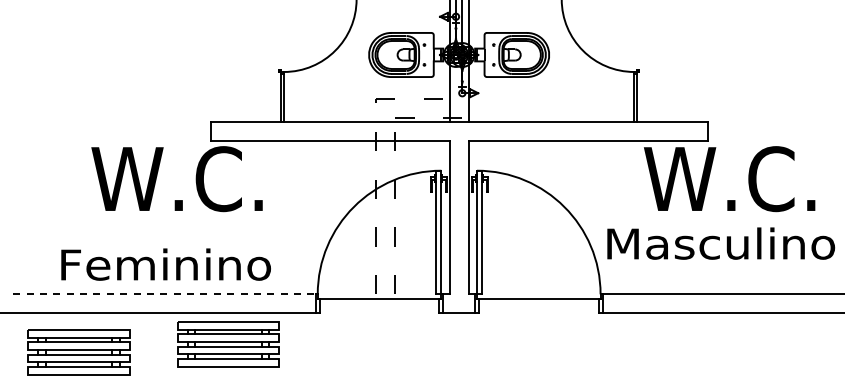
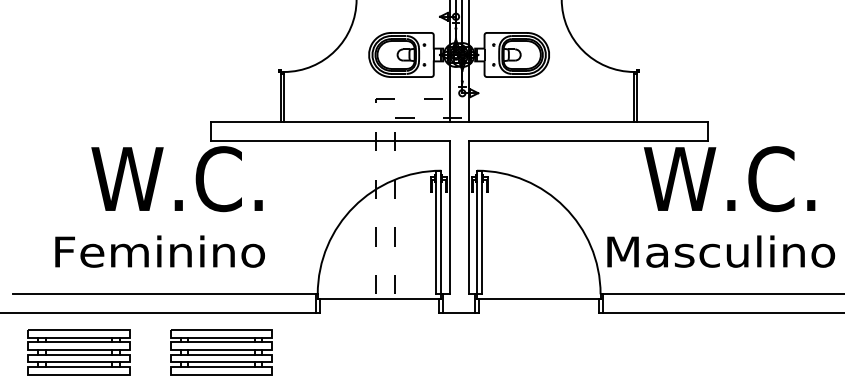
text at (721, 243) position: (721, 243) -> (721, 251)
text at (165, 264) position: (165, 264) -> (159, 251)
line at (165, 294): dashed -> solid
part at (228, 344) position: (228, 344) -> (221, 352)
